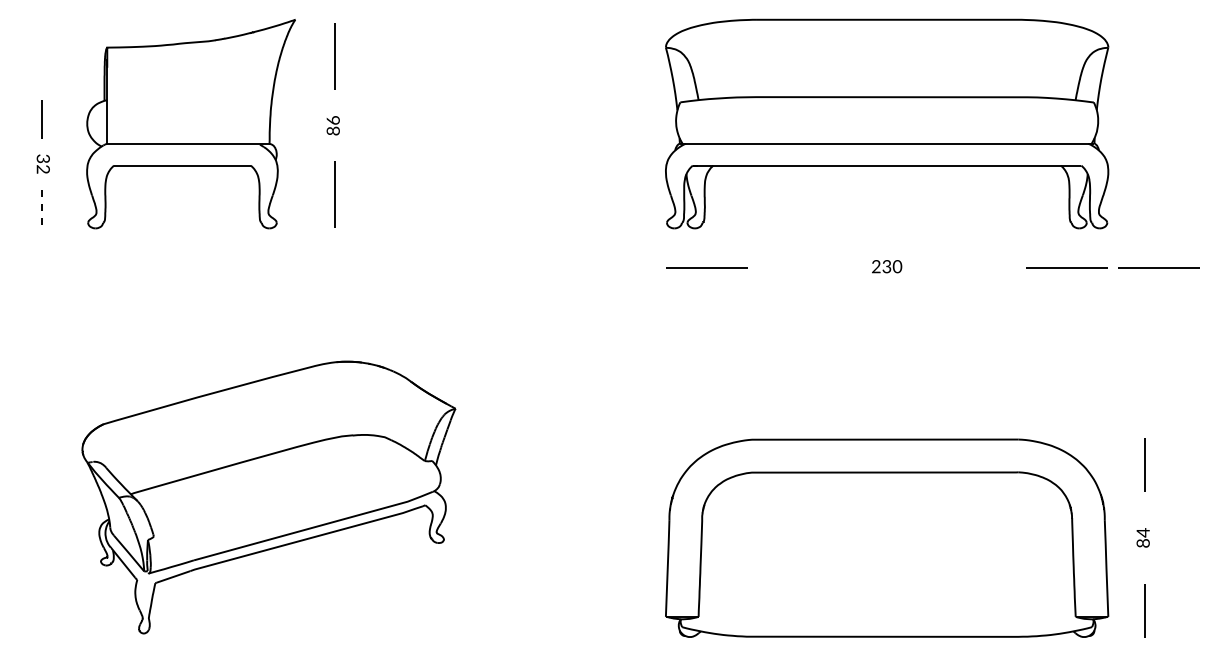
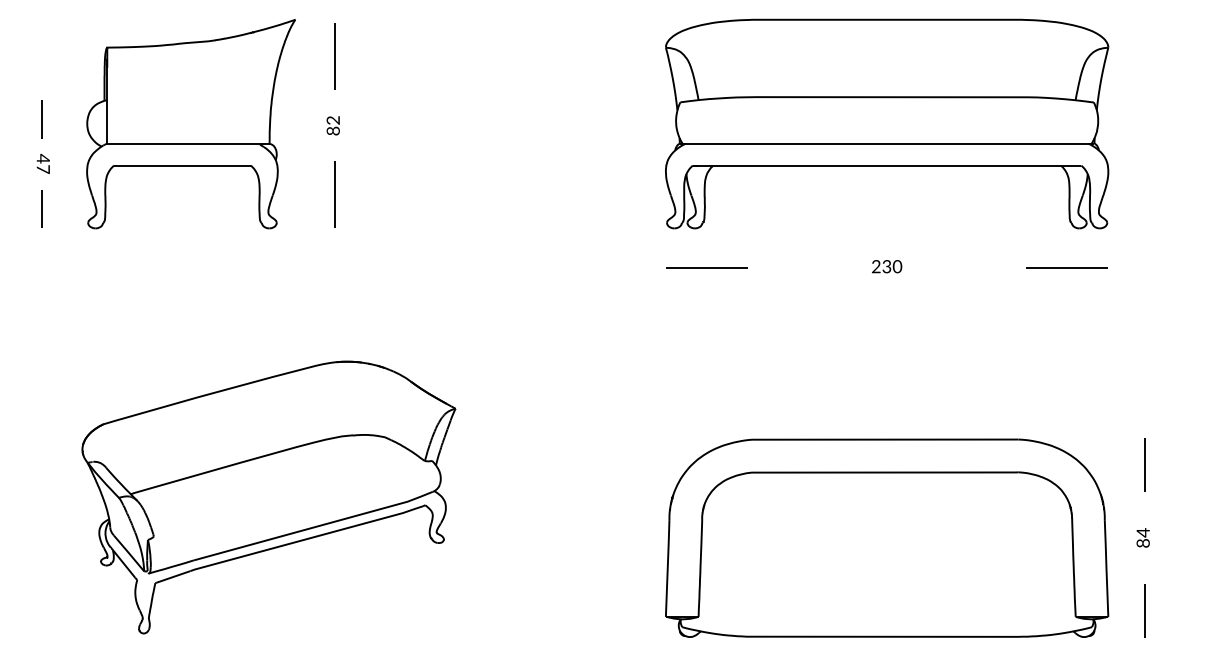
text at (332, 120): 86 -> 82
text at (42, 163): 32 -> 47
line at (41, 209): dashed -> solid
line at (1158, 267): present -> none
